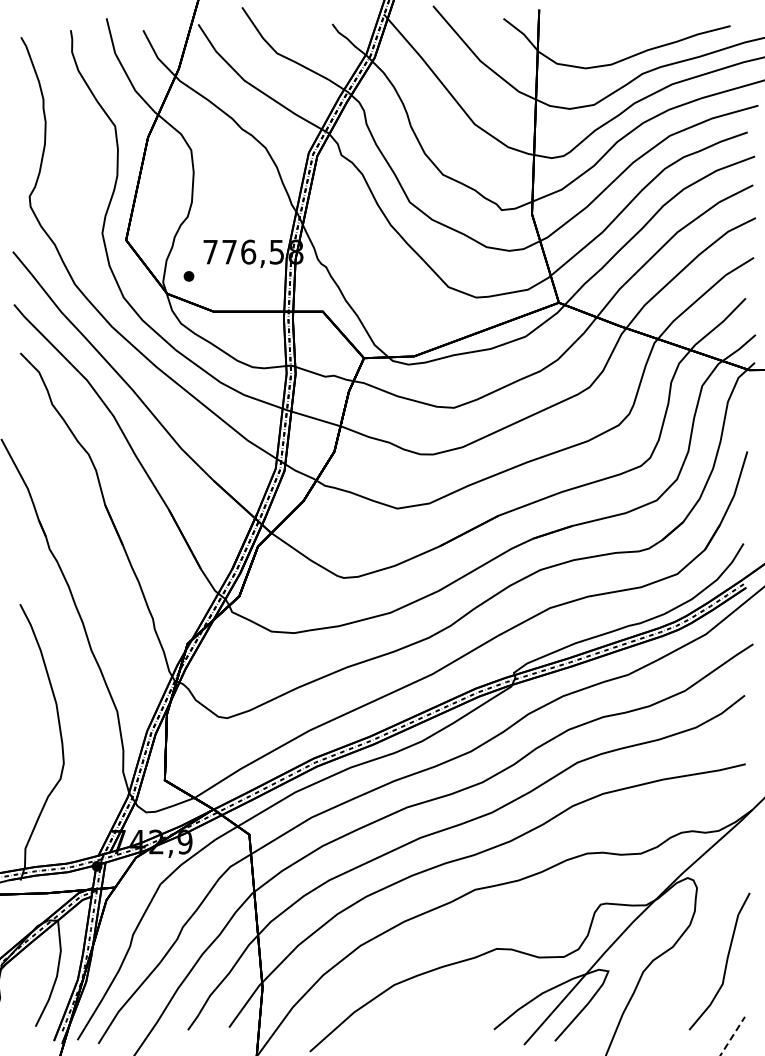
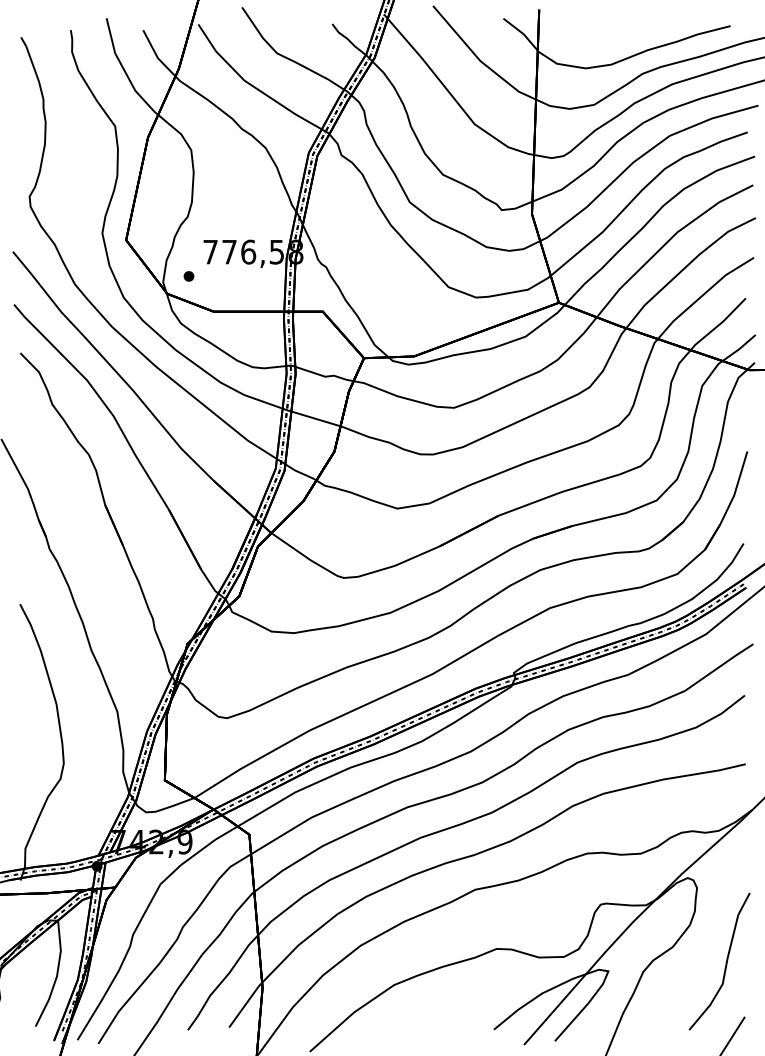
line at (732, 1036): dashed -> solid
